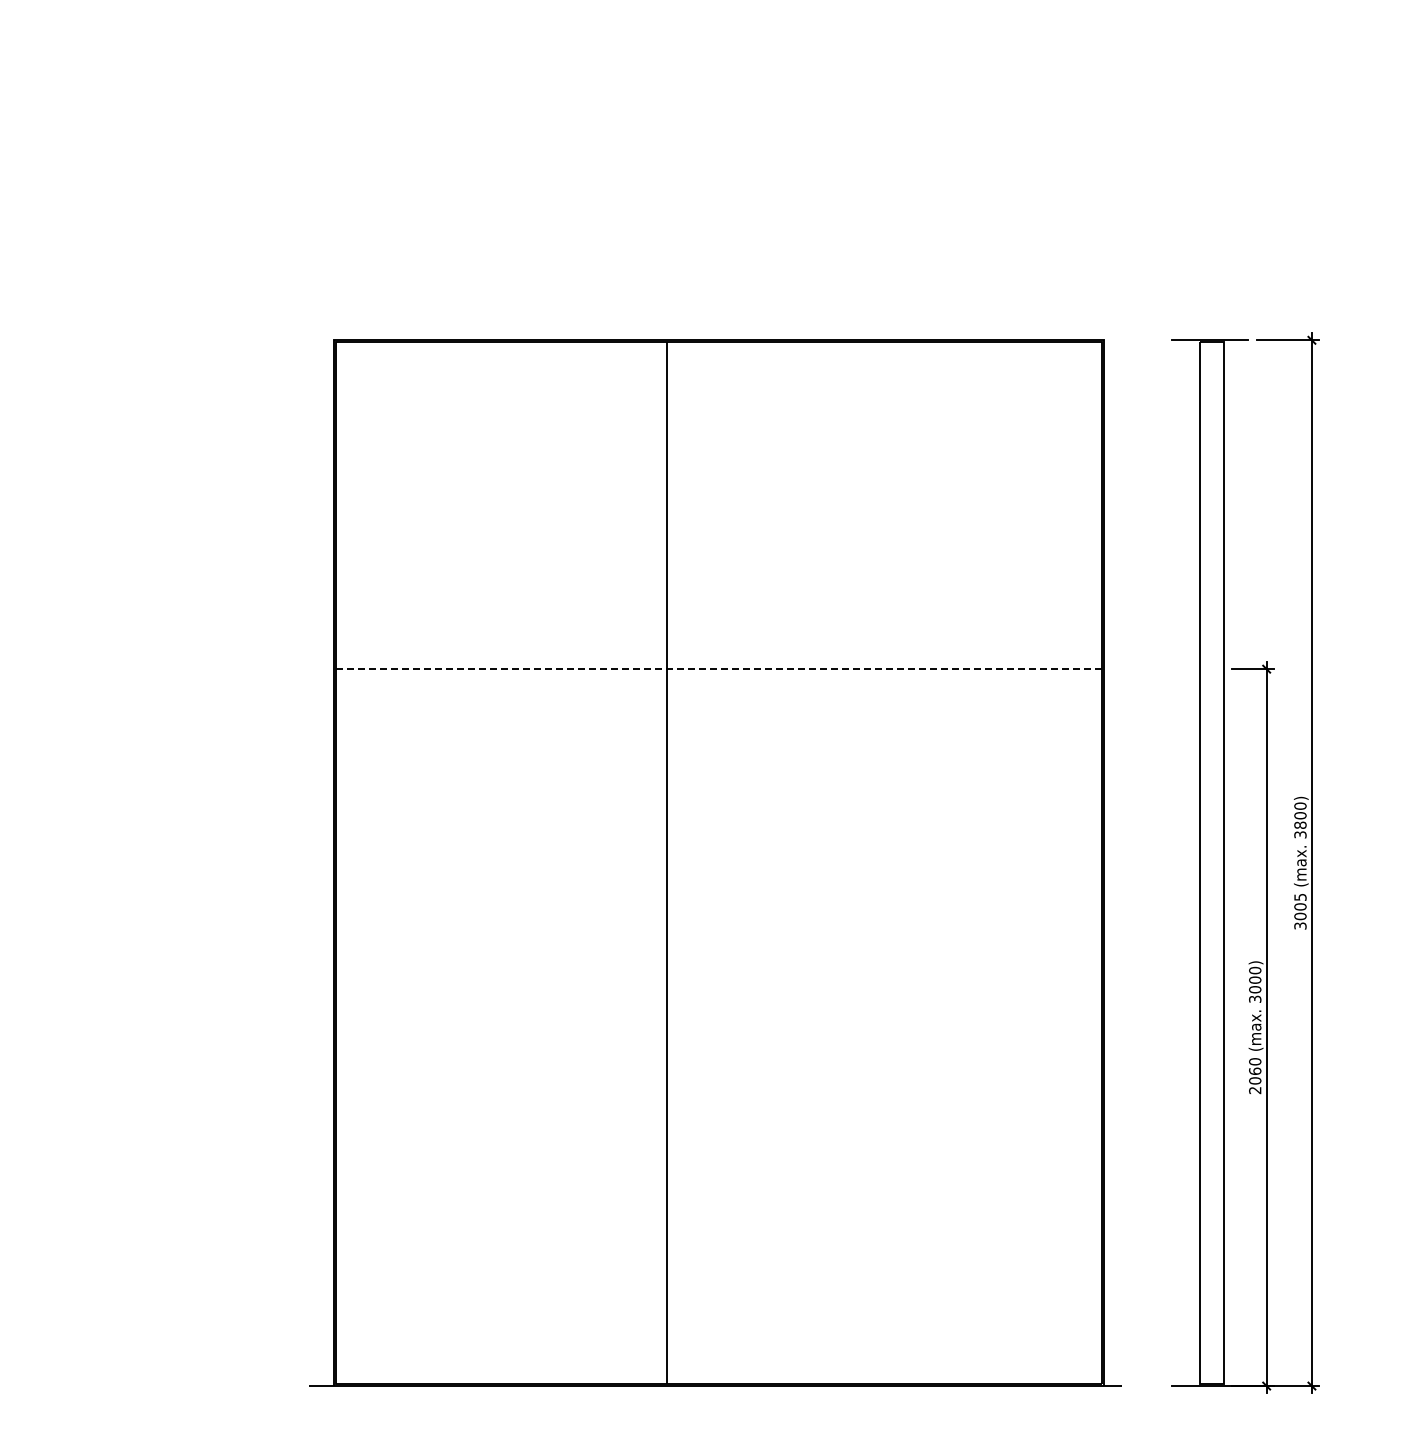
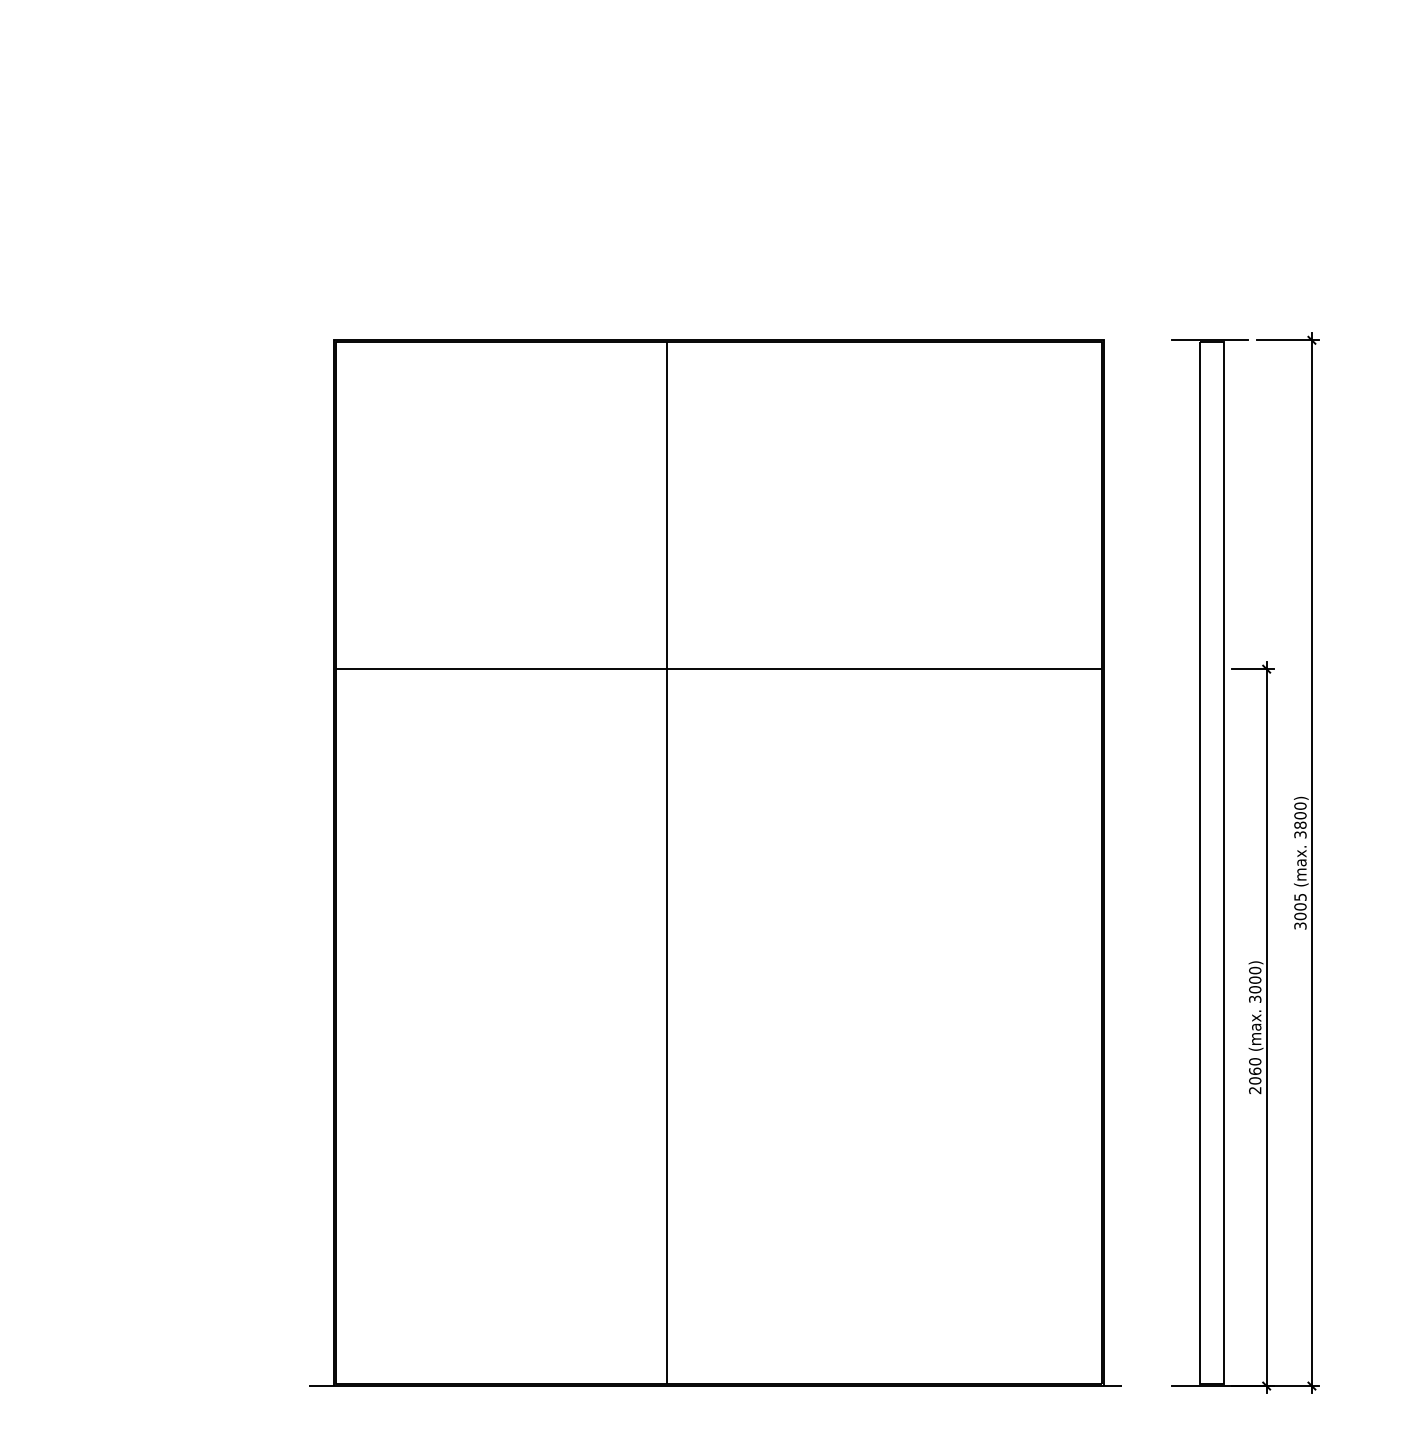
line at (719, 669): dashed -> solid
